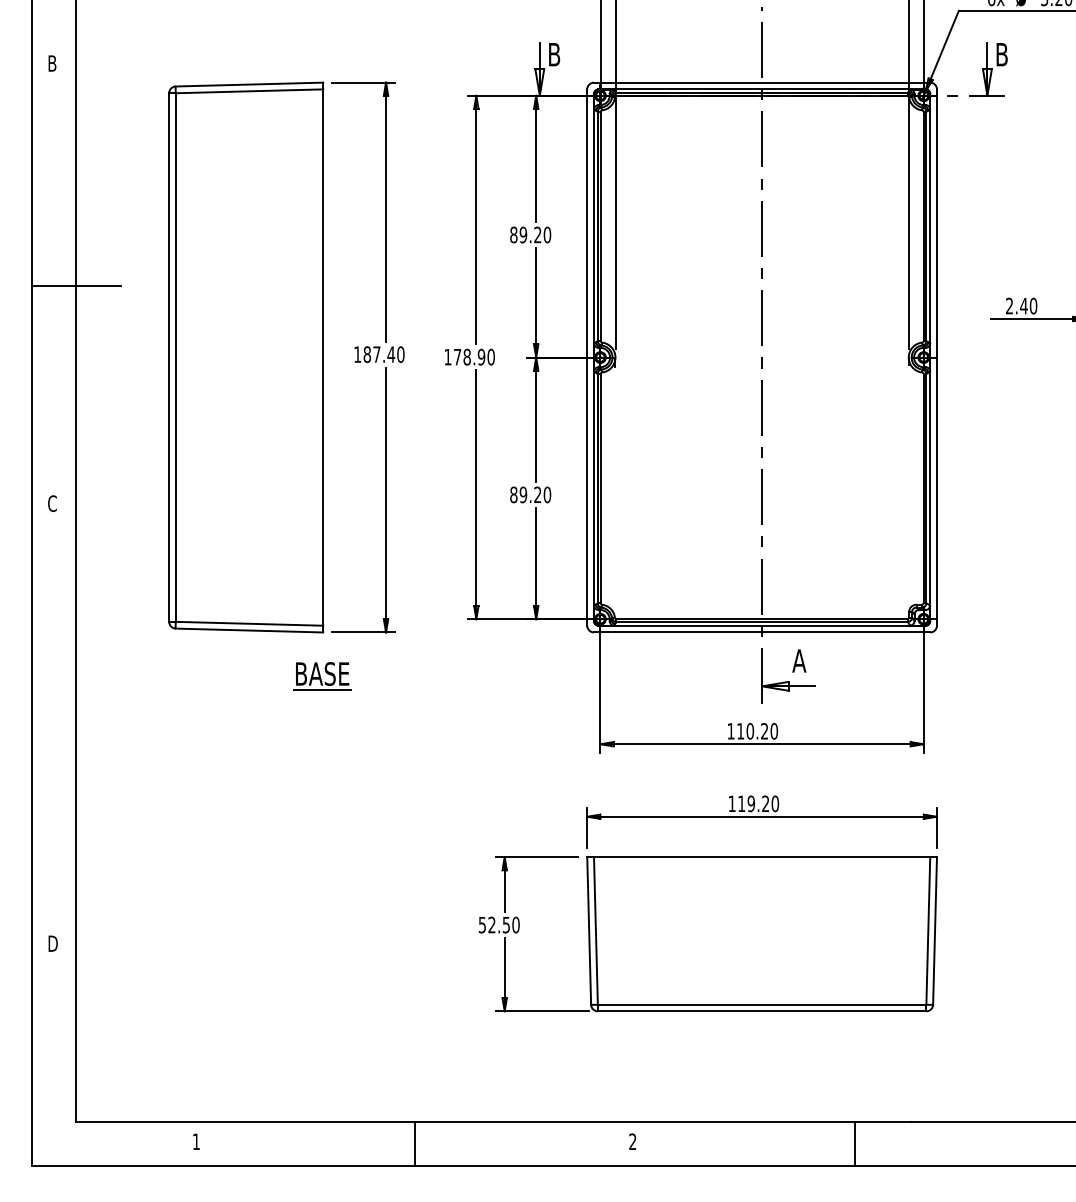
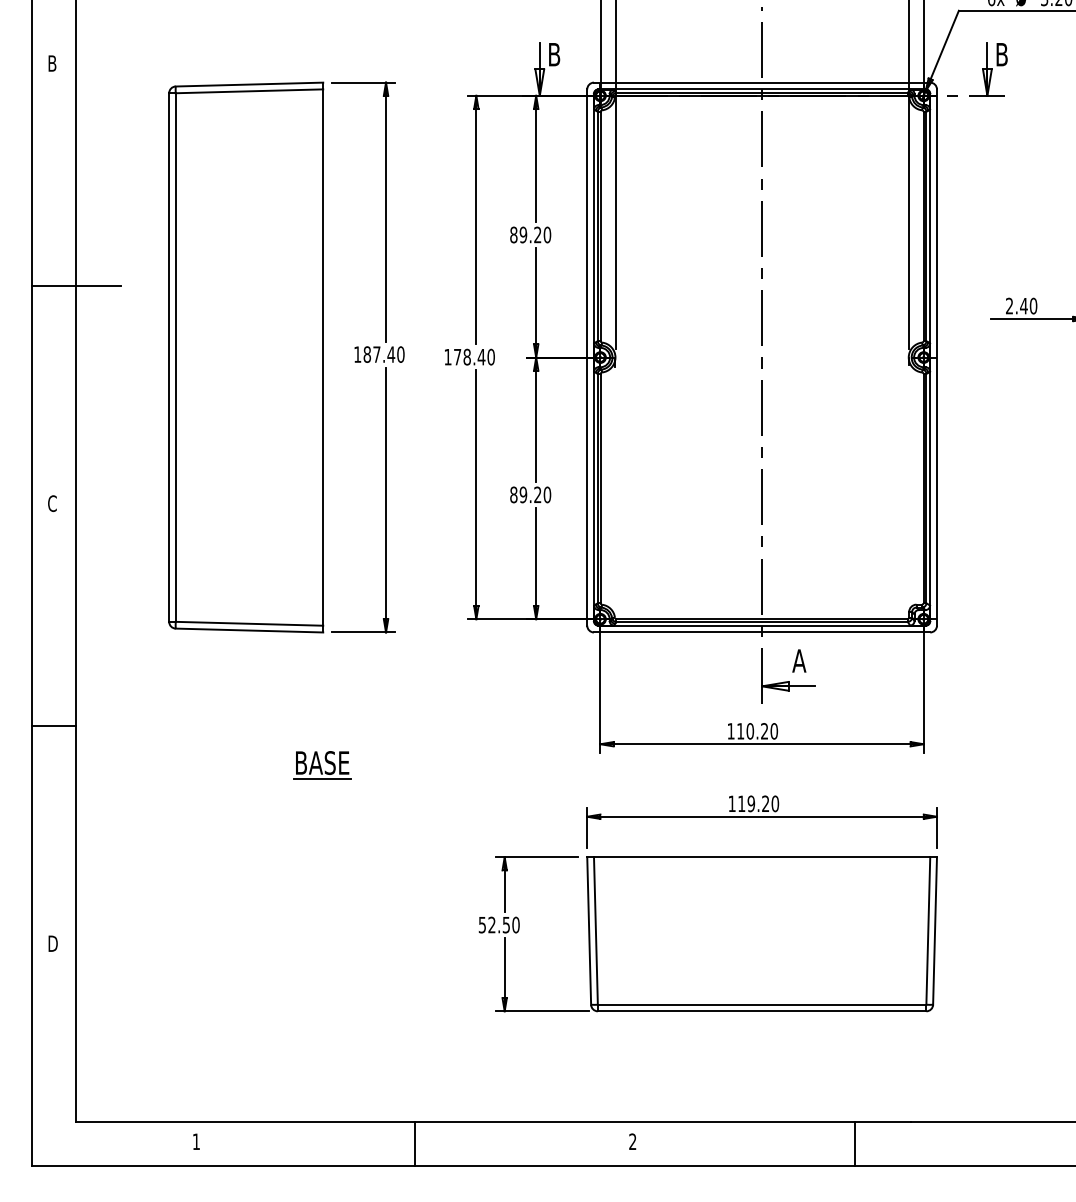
text at (481, 356): 178.90 -> 178.40
part at (322, 676) position: (322, 676) -> (322, 765)
line at (54, 725): none -> present
